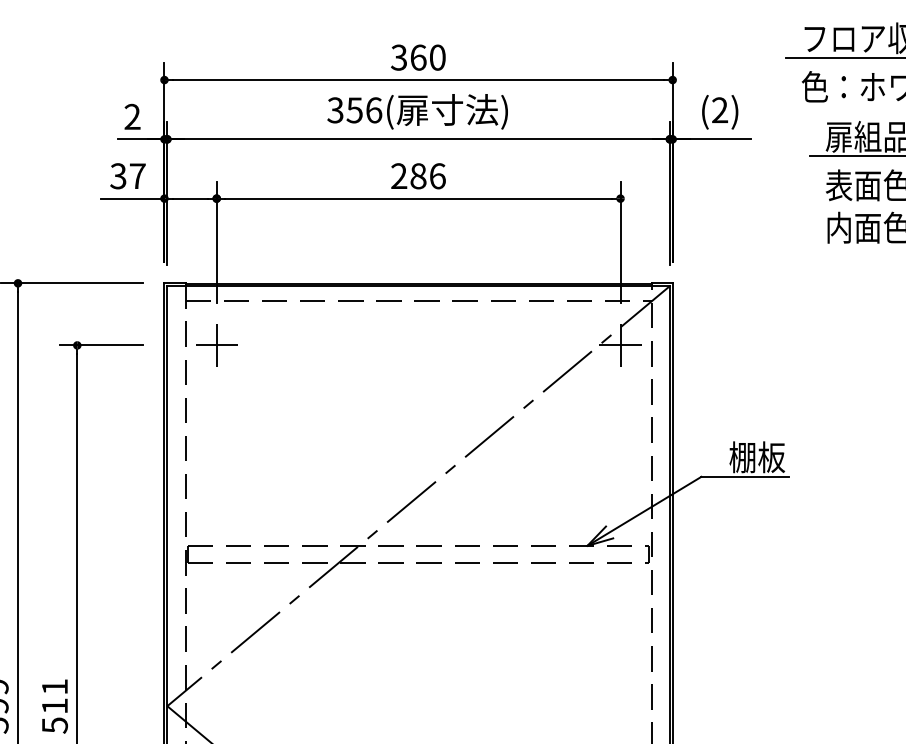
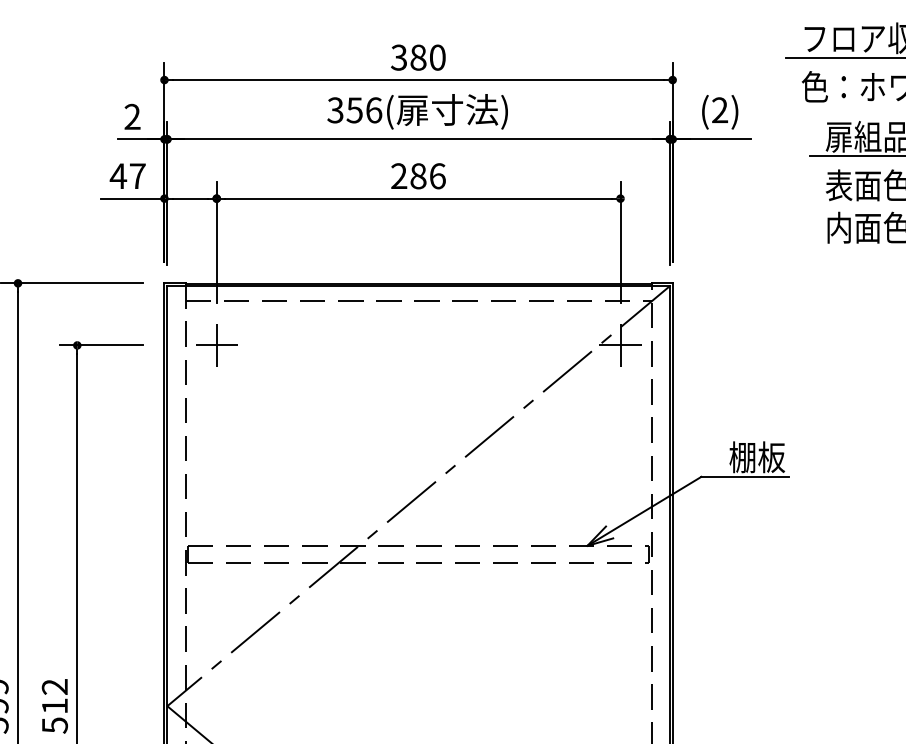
text at (418, 57): 360 -> 380
text at (118, 176): 37 -> 47
text at (54, 686): 511 -> 512
